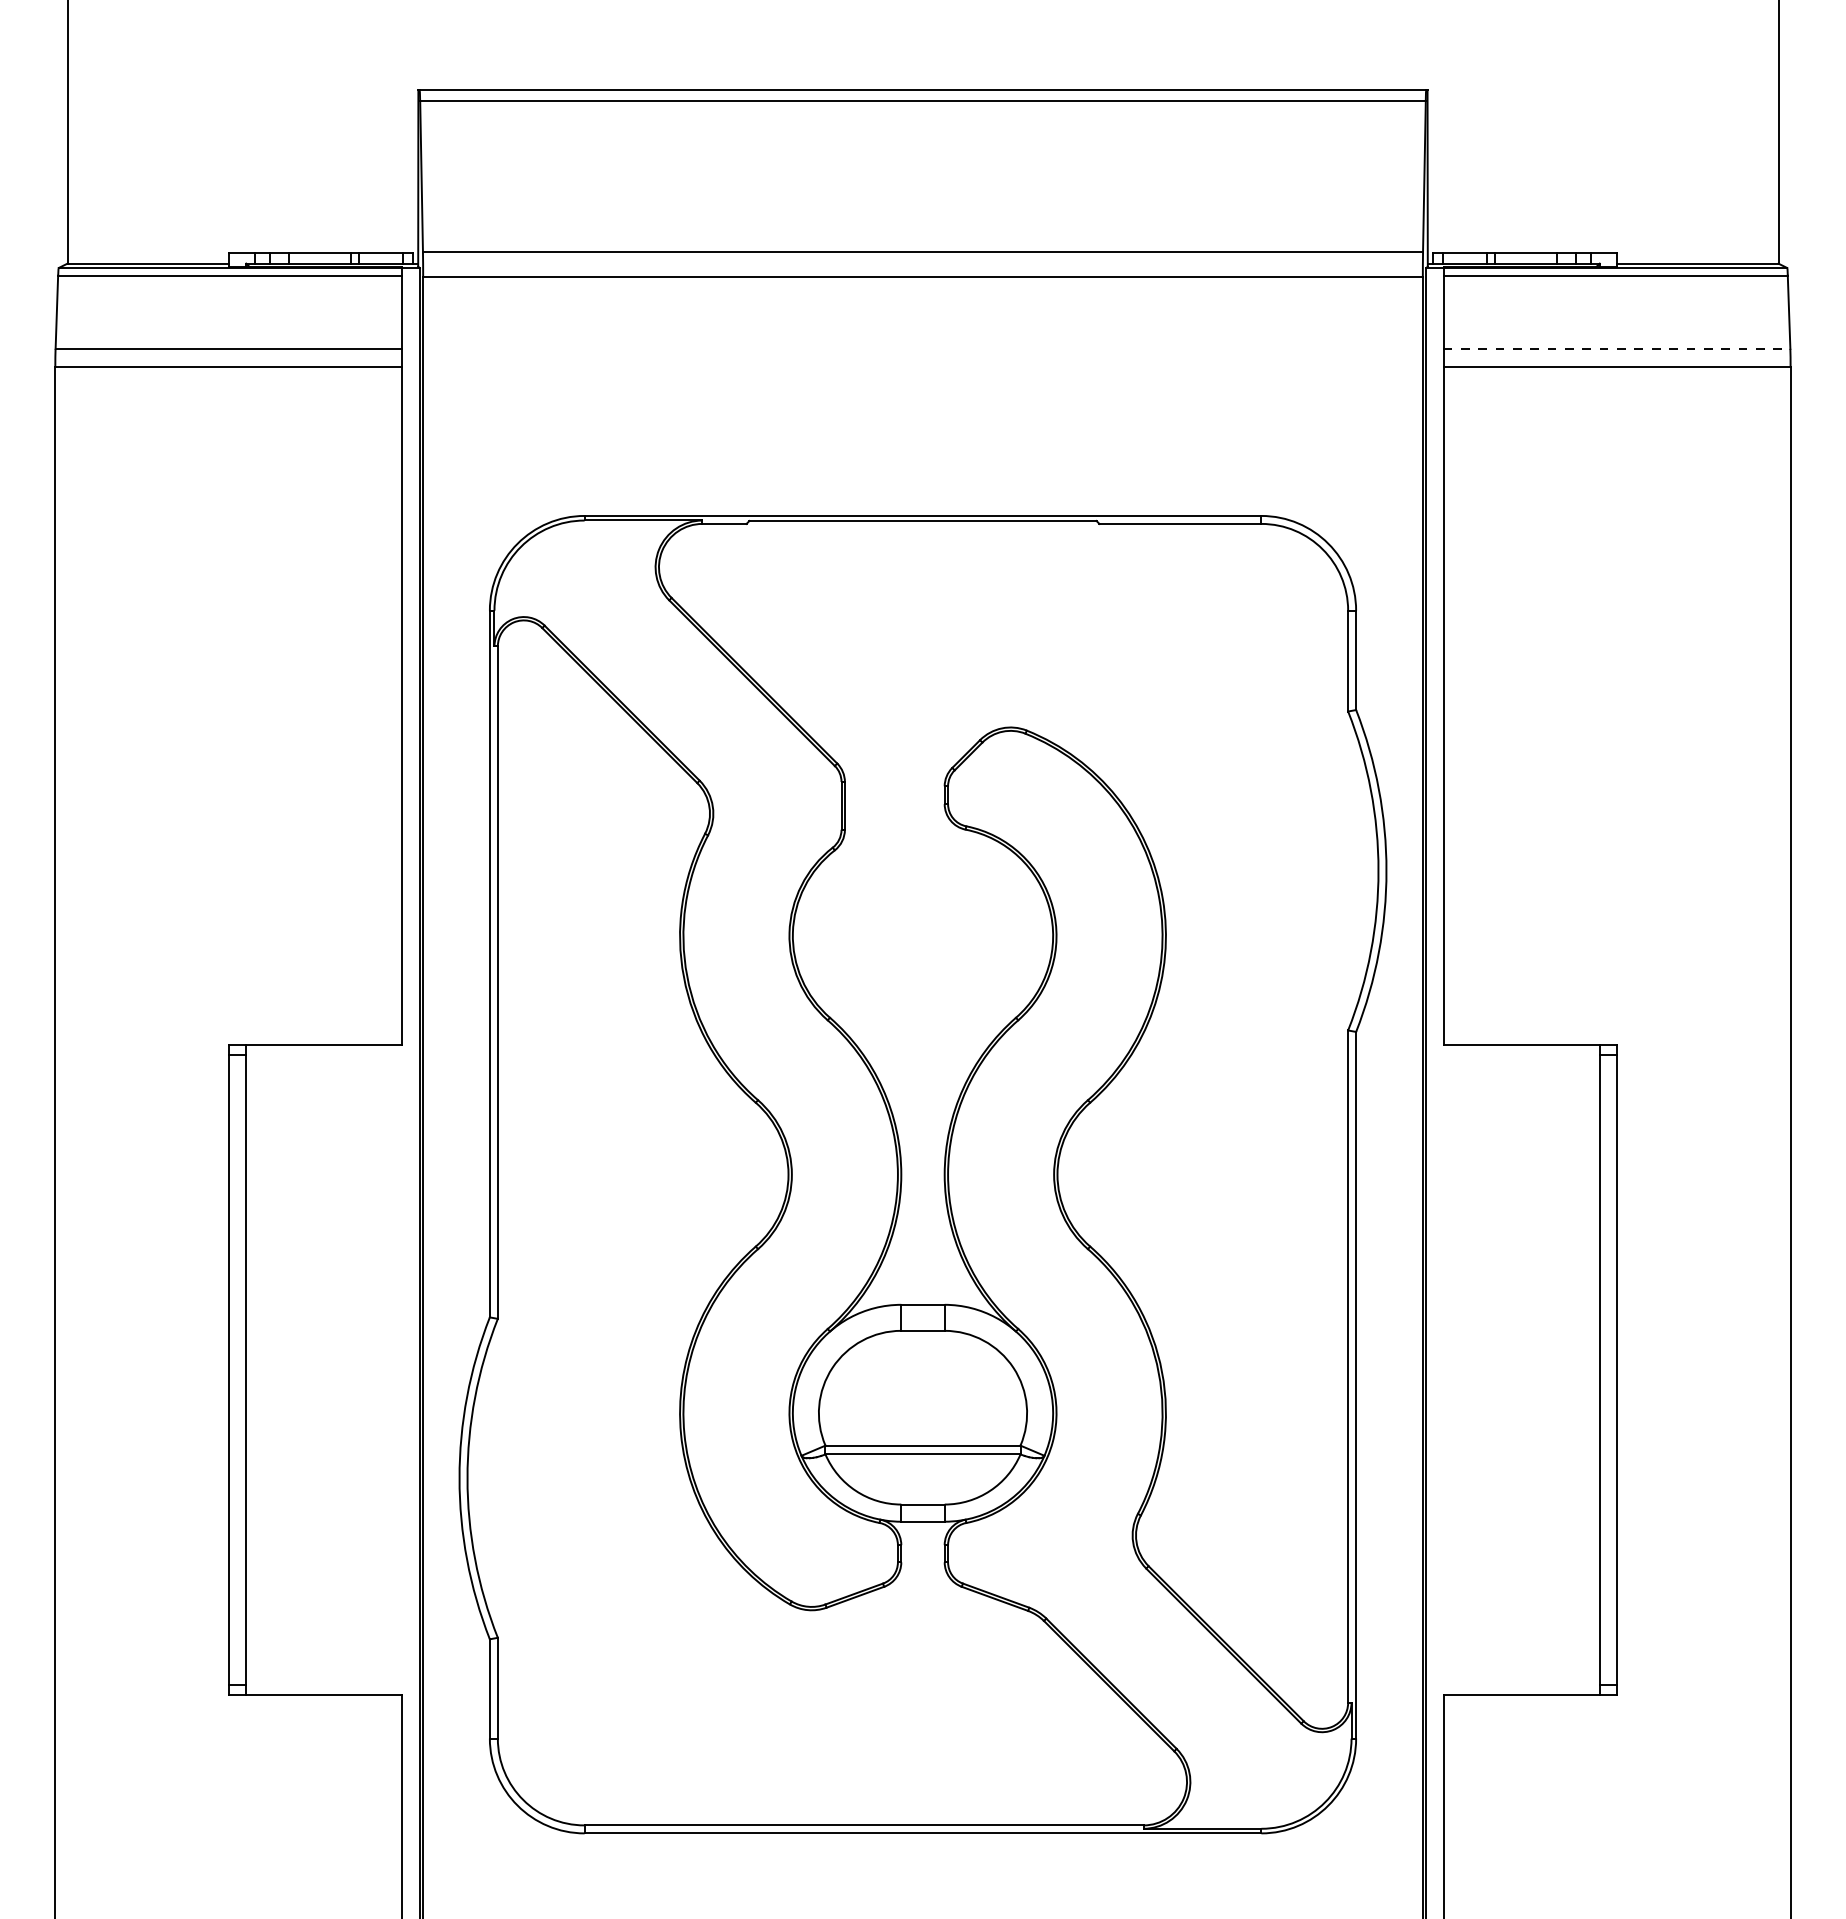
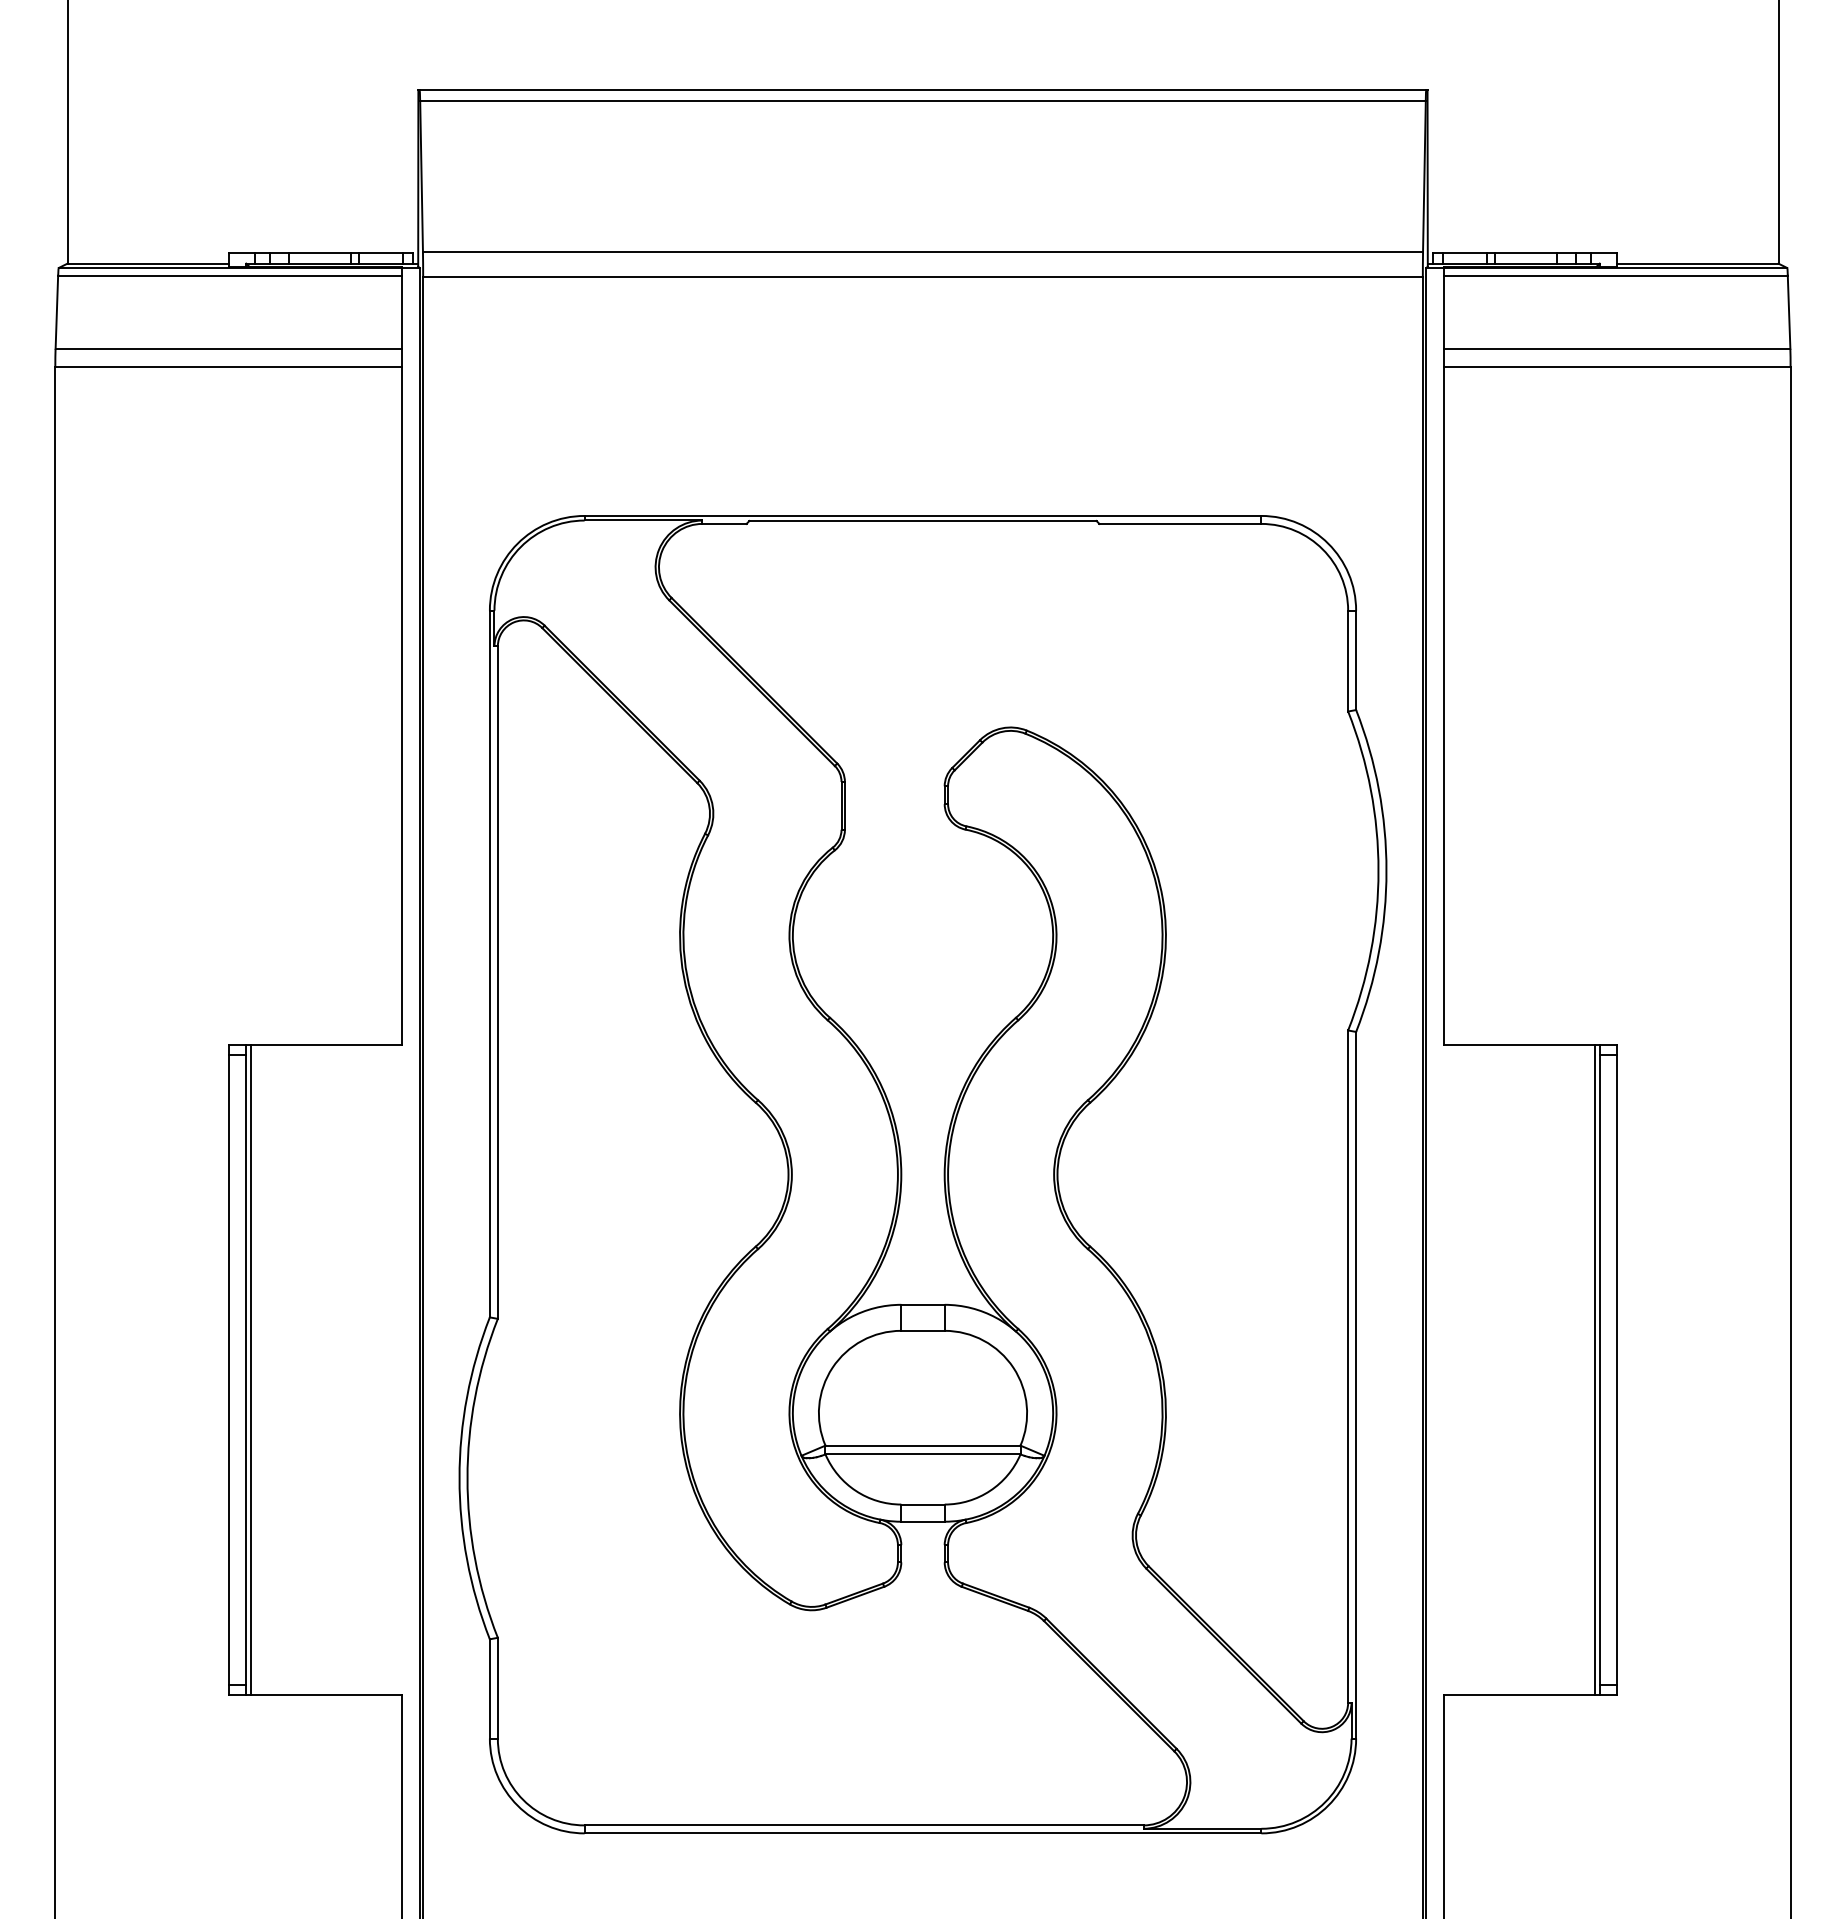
line at (1617, 348): dashed -> solid
line at (250, 1369): none -> present
line at (1595, 1369): none -> present
